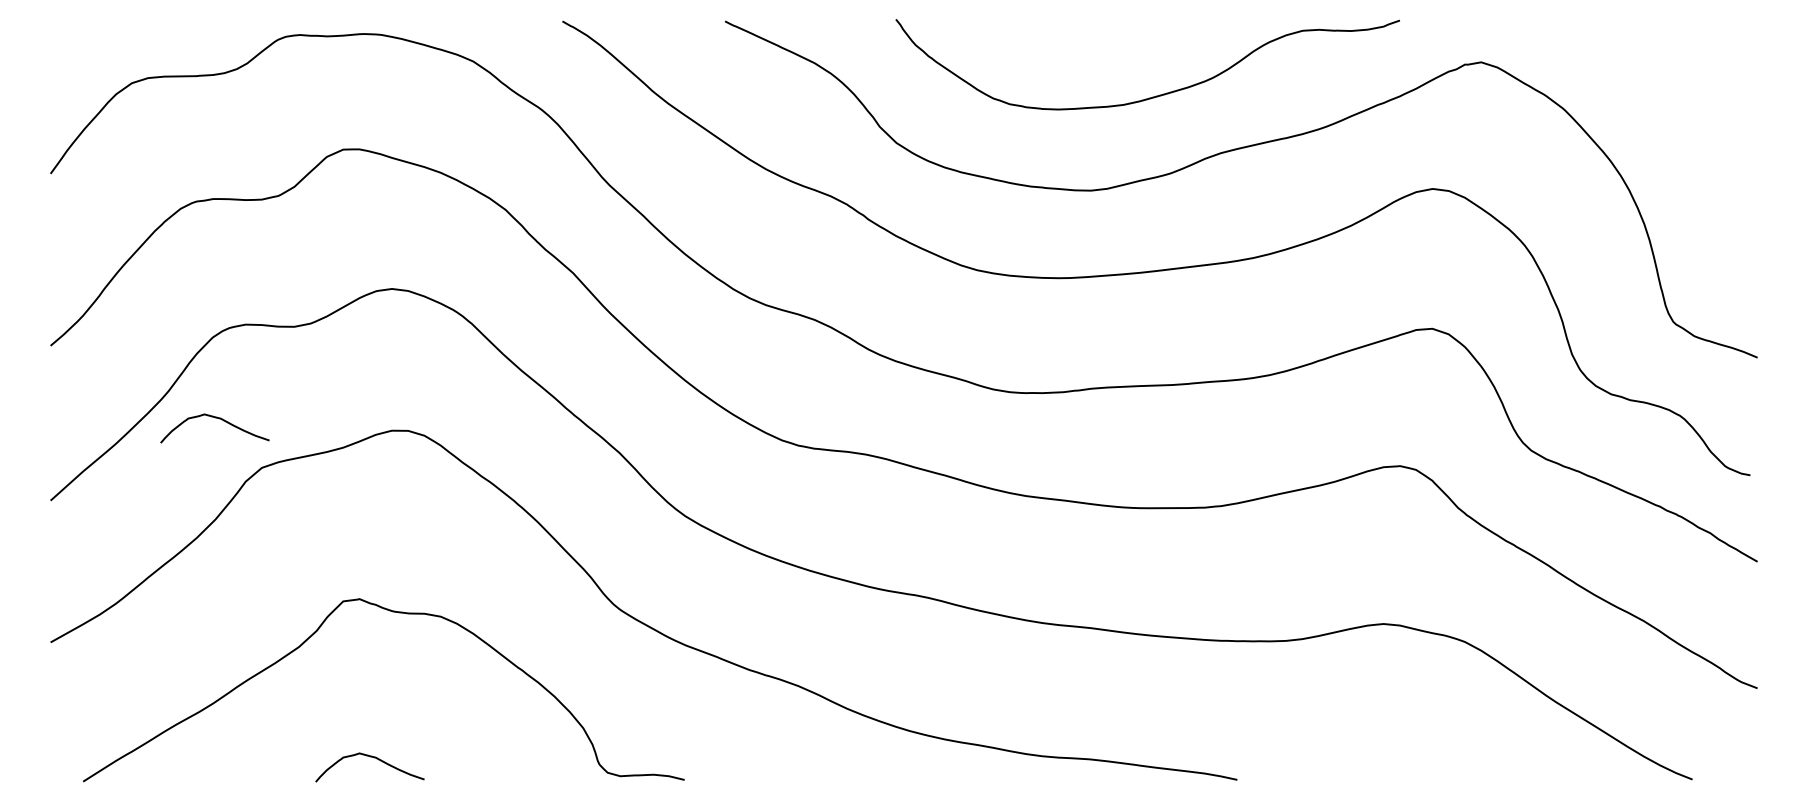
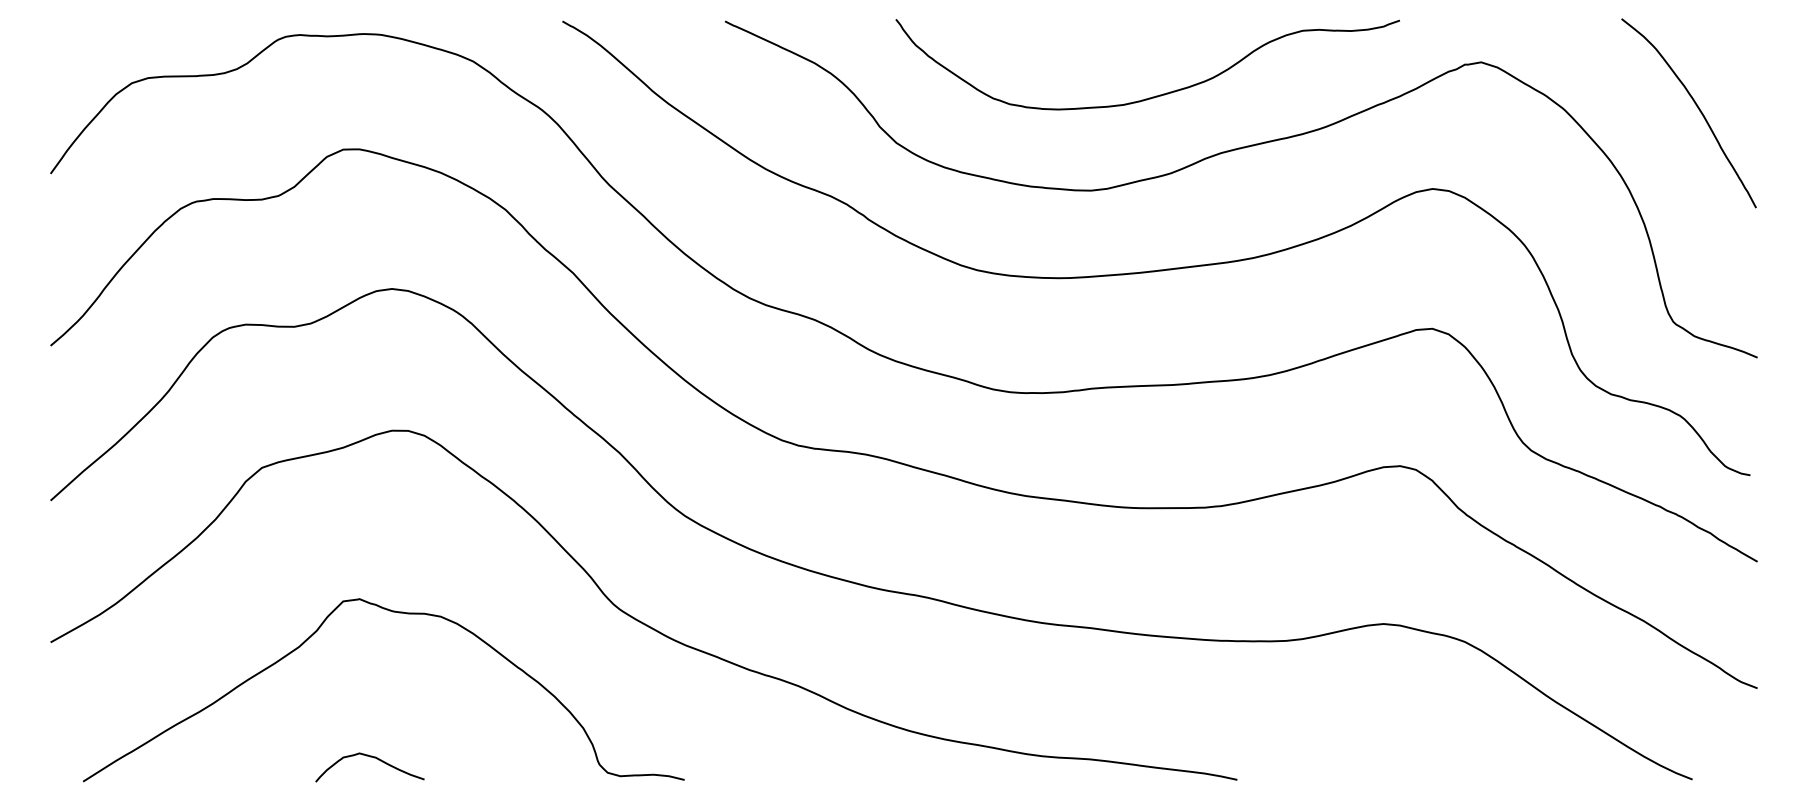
curve at (1697, 108): none -> present
curve at (215, 418): present -> none
